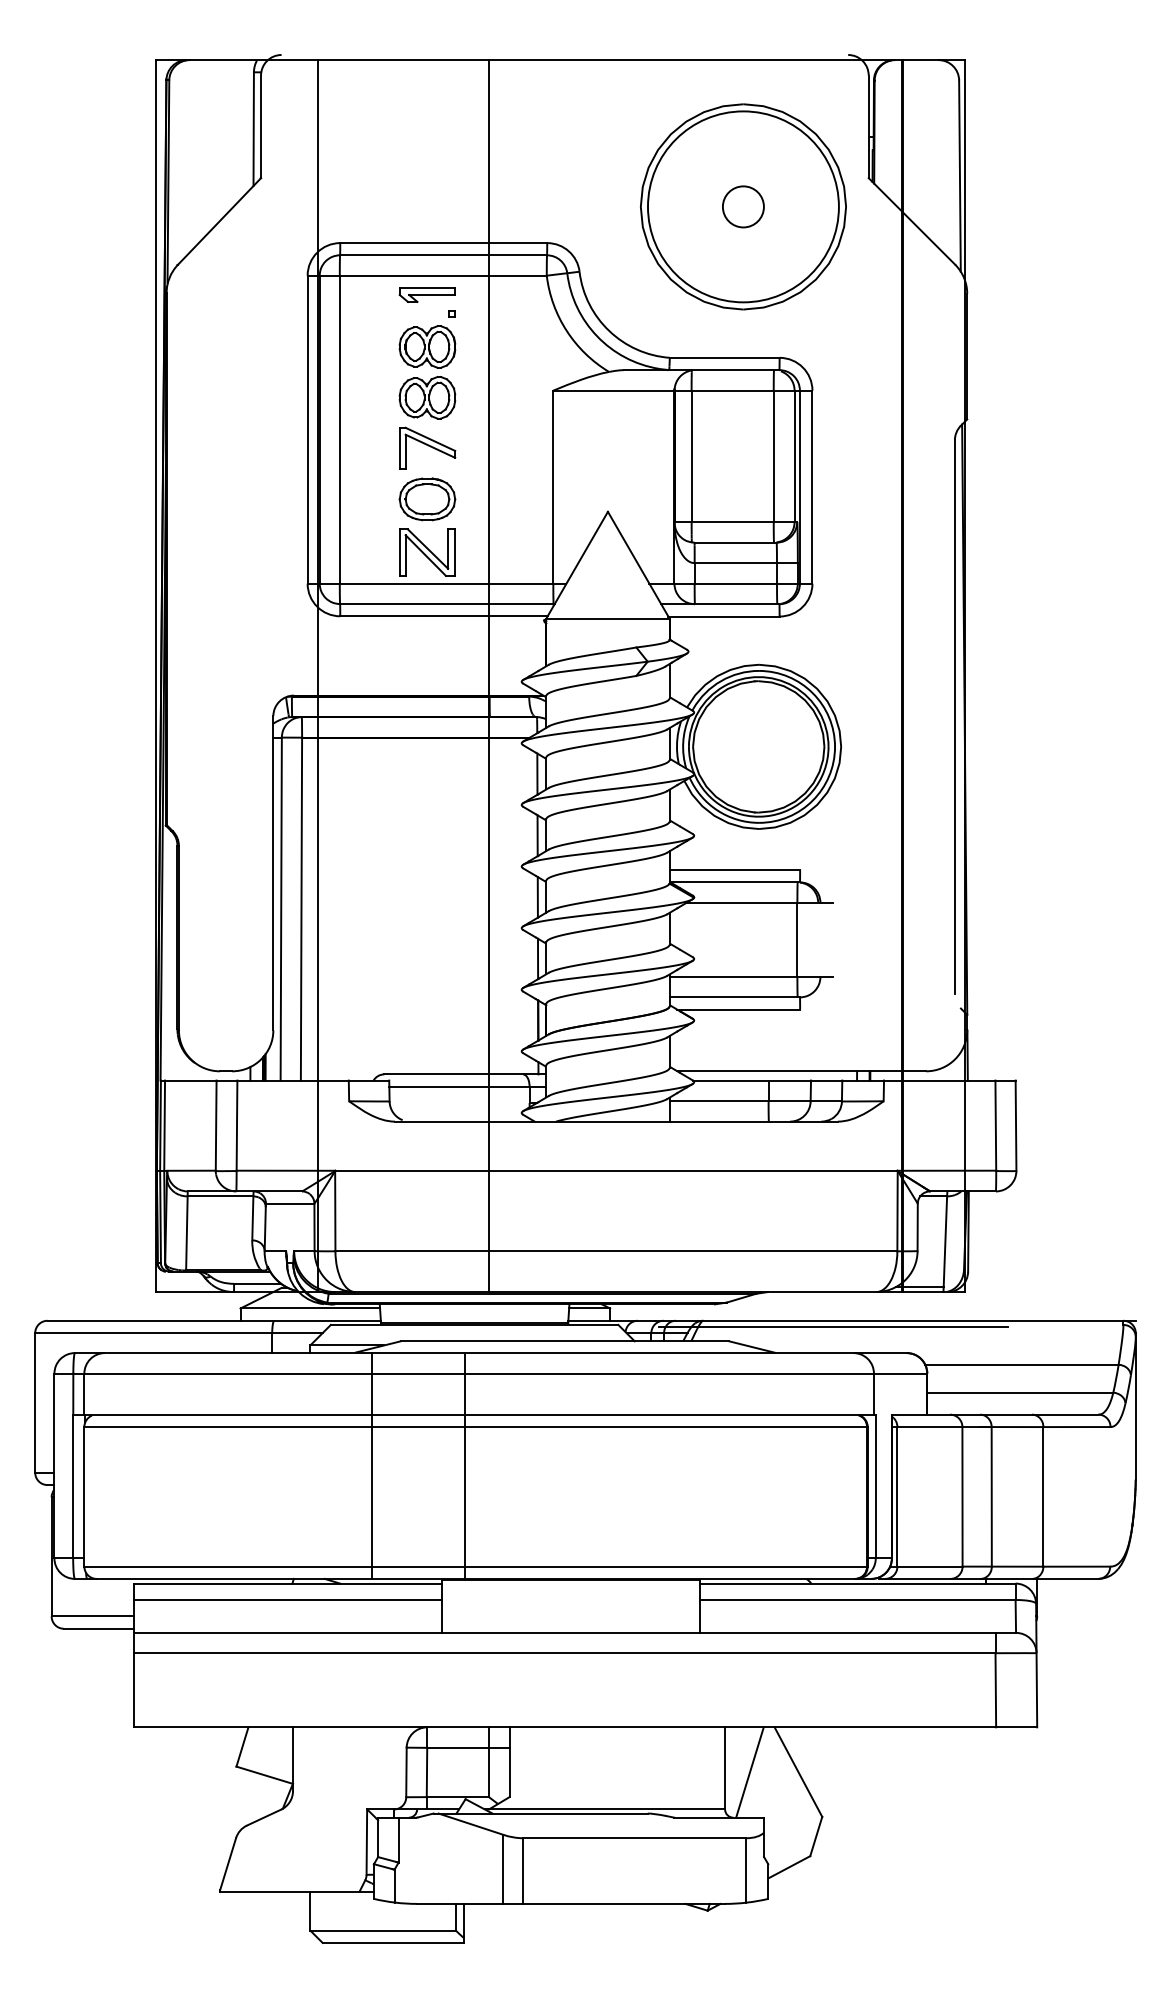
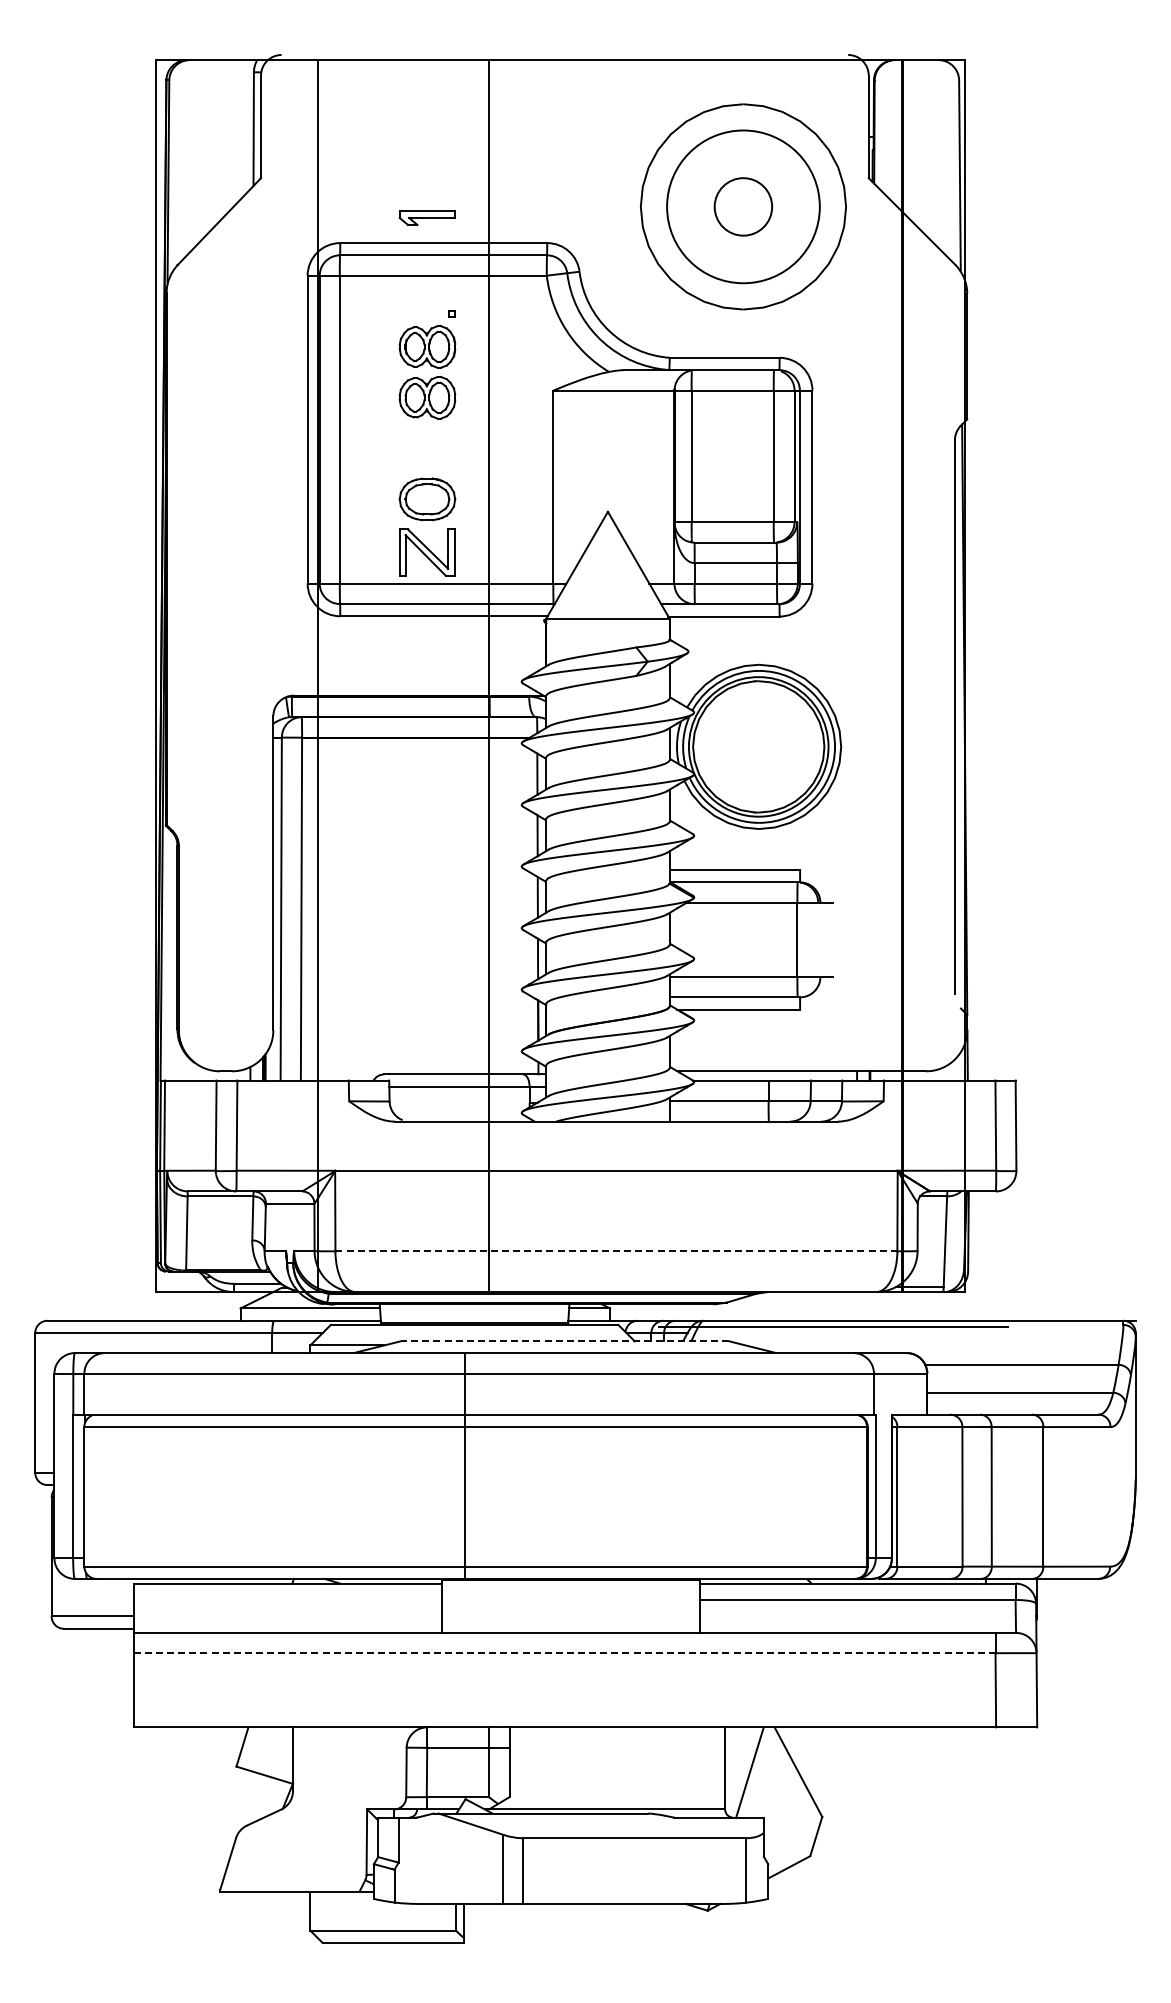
circle at (742, 206) diameter: 191 px -> 153 px
circle at (742, 206) diameter: 41 px -> 57 px
part at (426, 294) position: (426, 294) -> (426, 217)
part at (427, 447): present -> none
line at (616, 1251): solid -> dashed
line at (564, 1341): solid -> dashed
line at (371, 1465): present -> none
line at (287, 1600): present -> none
line at (564, 1653): solid -> dashed
